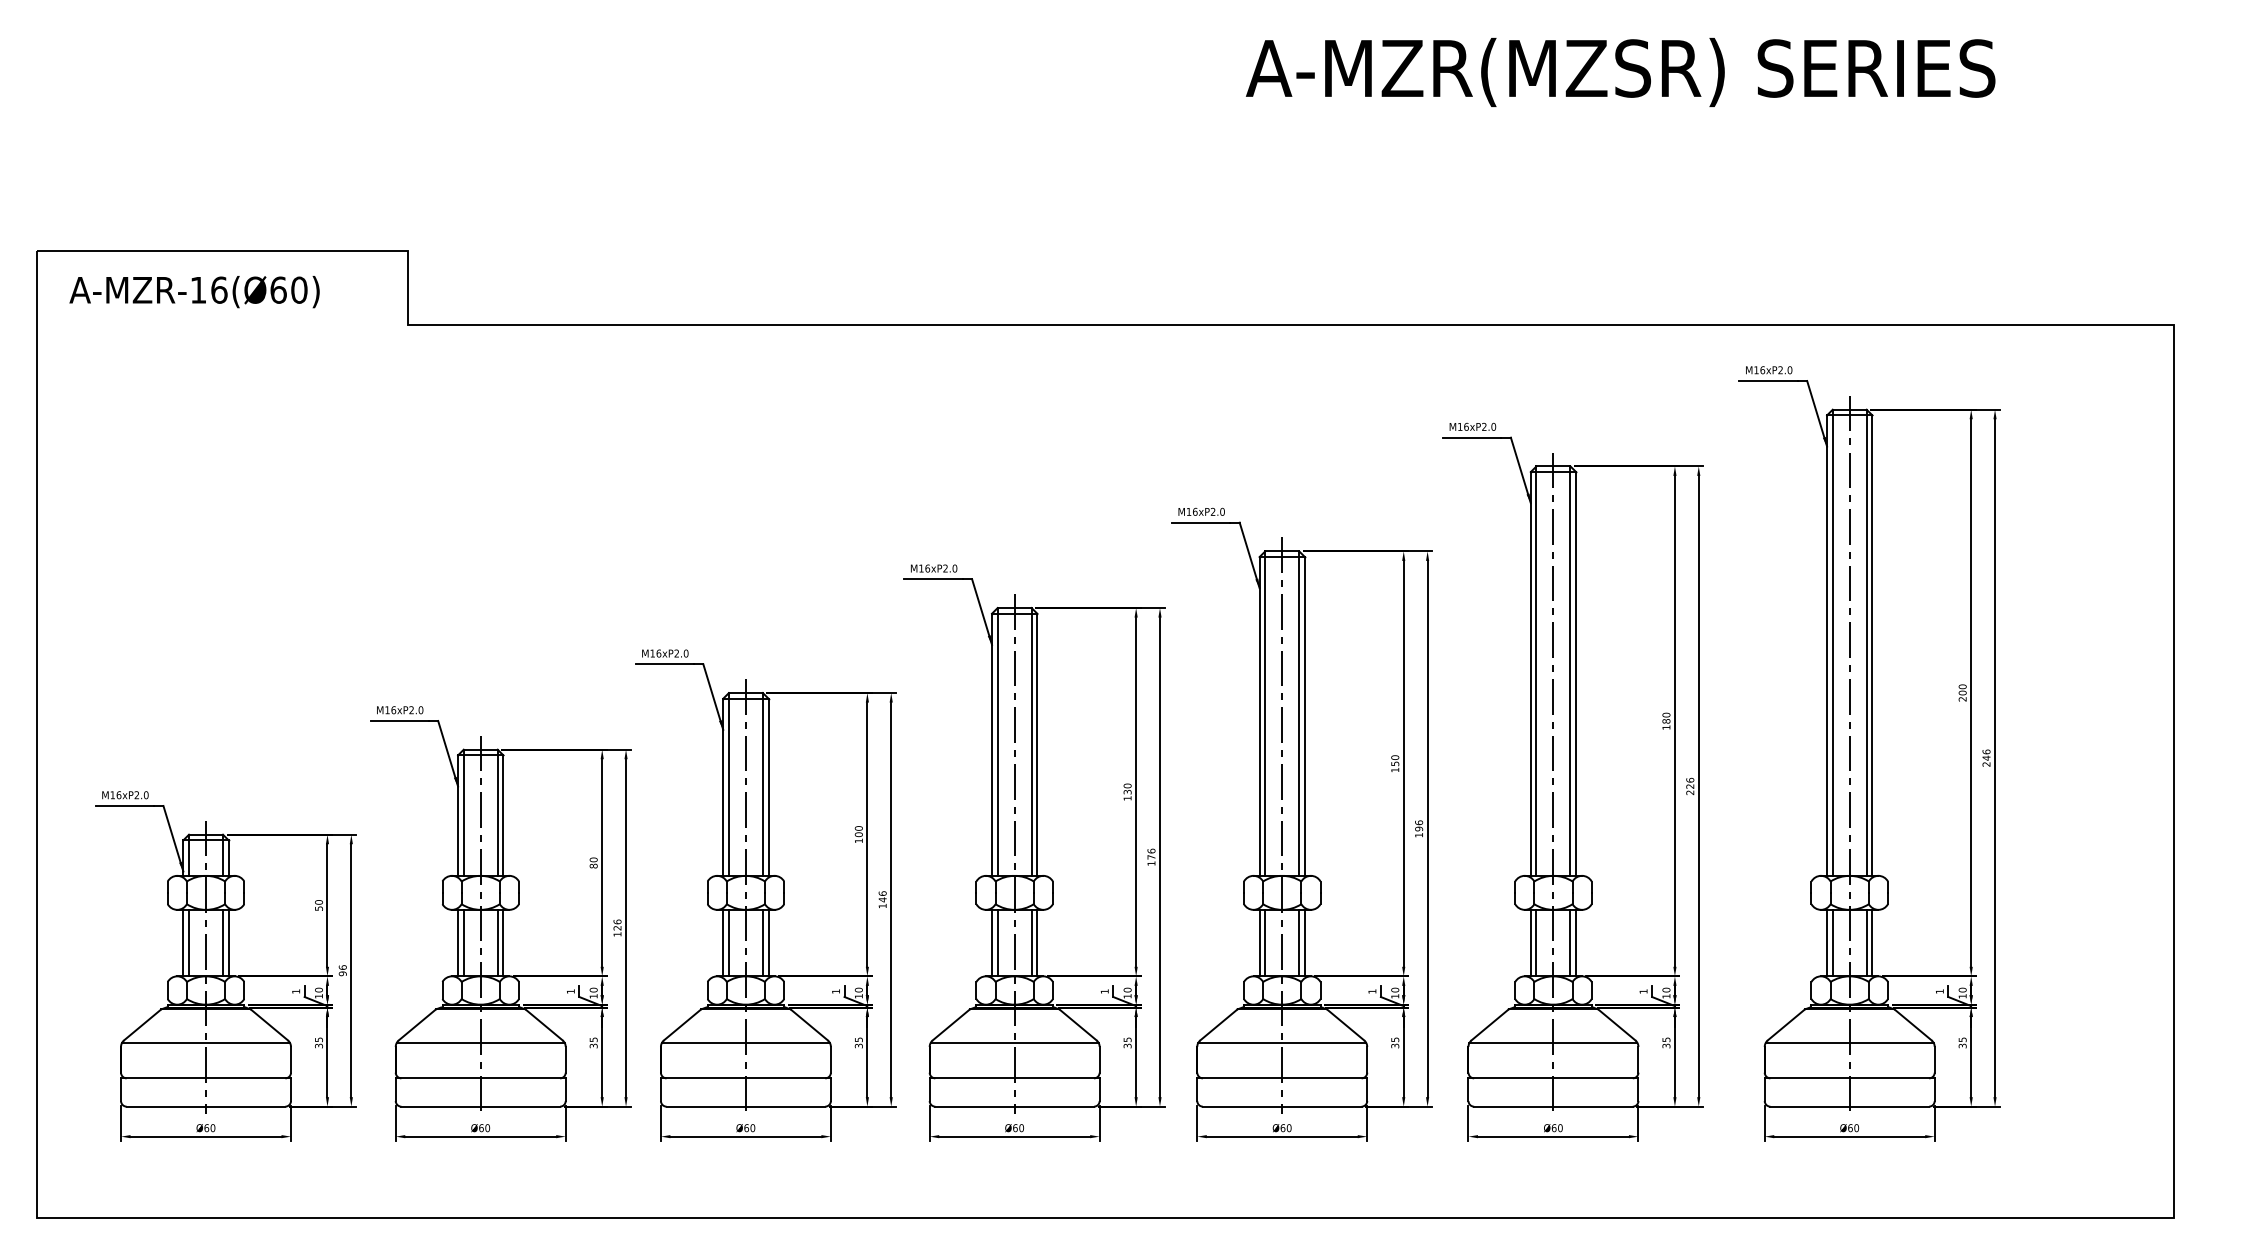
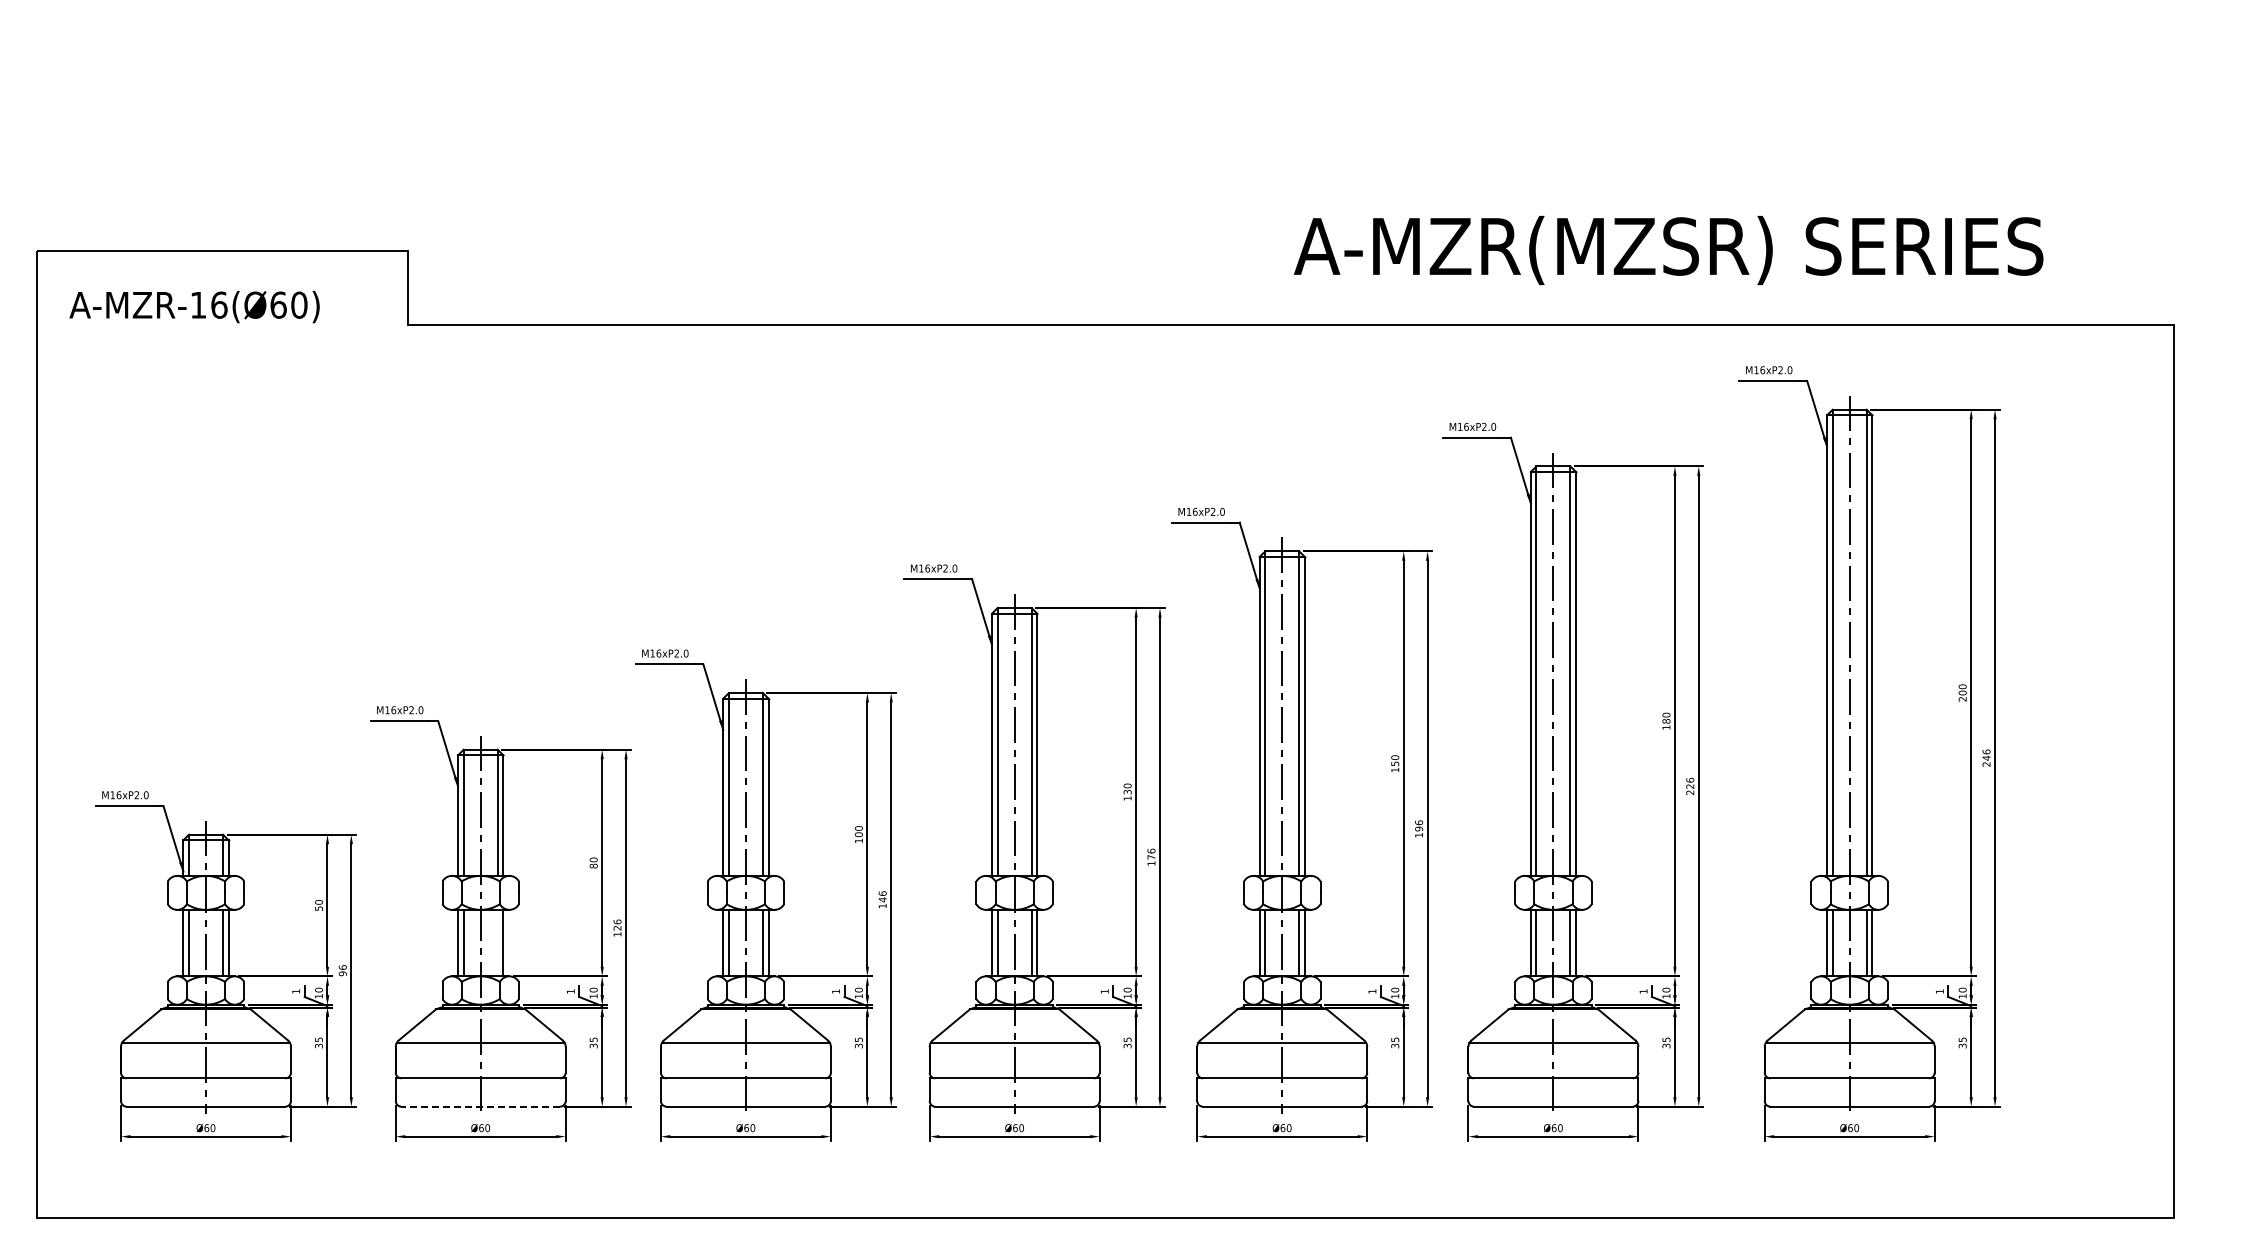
text at (1620, 72) position: (1620, 72) -> (1668, 250)
text at (194, 292) position: (194, 292) -> (194, 307)
line at (497, 942): present -> none
line at (480, 1106): solid -> dashed
